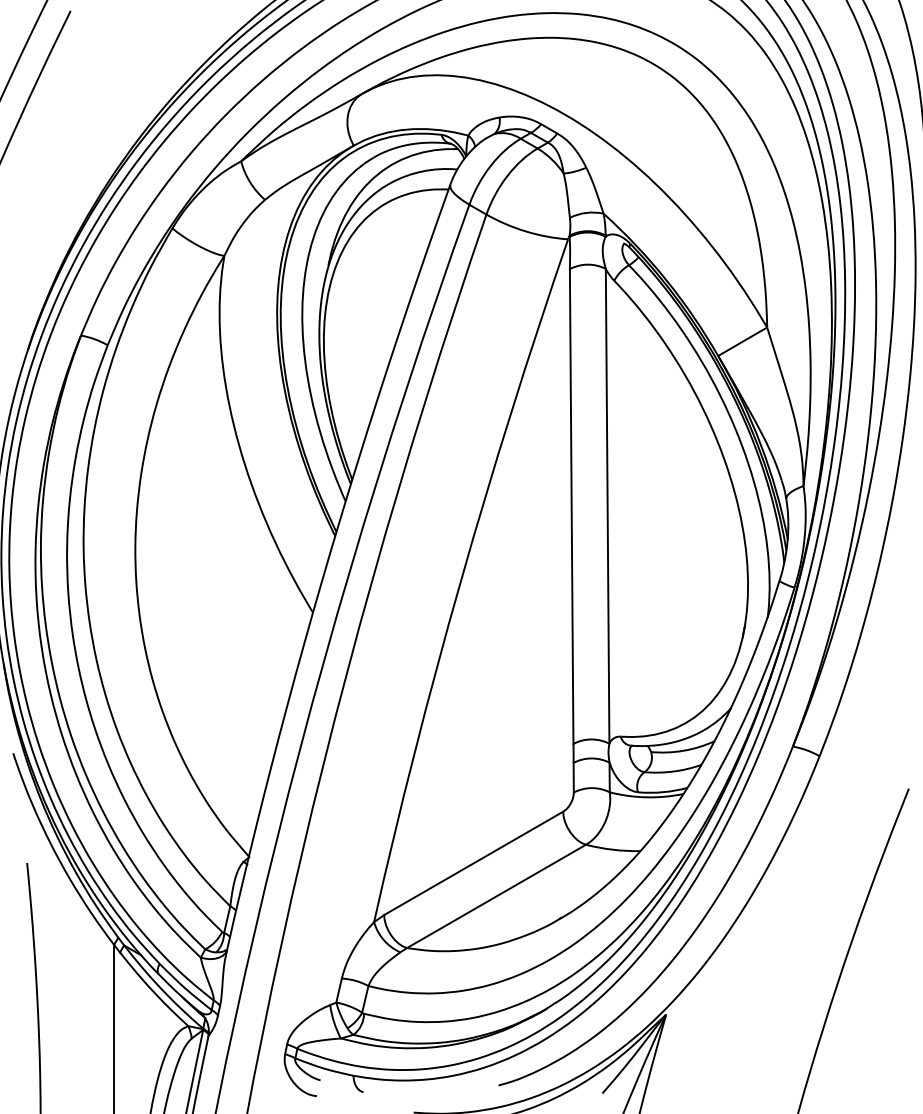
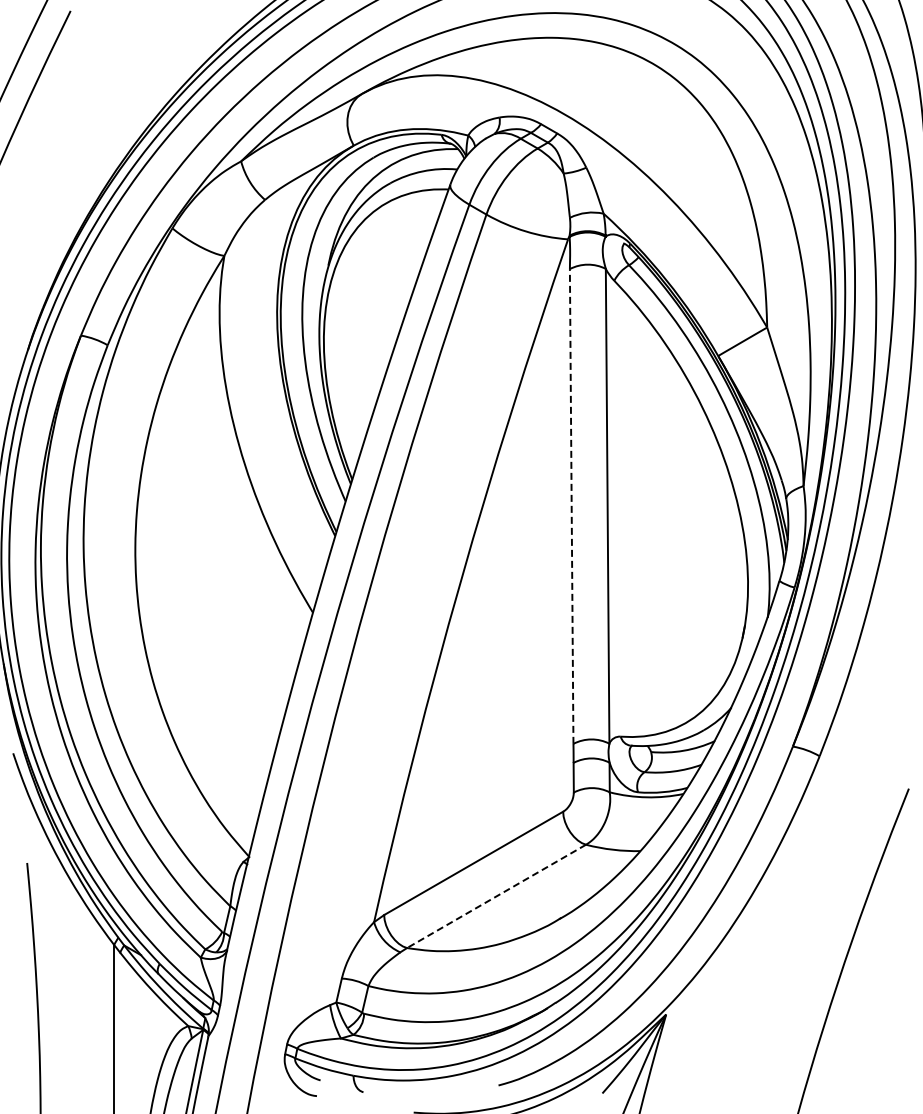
line at (571, 505): solid -> dashed
line at (496, 896): solid -> dashed
